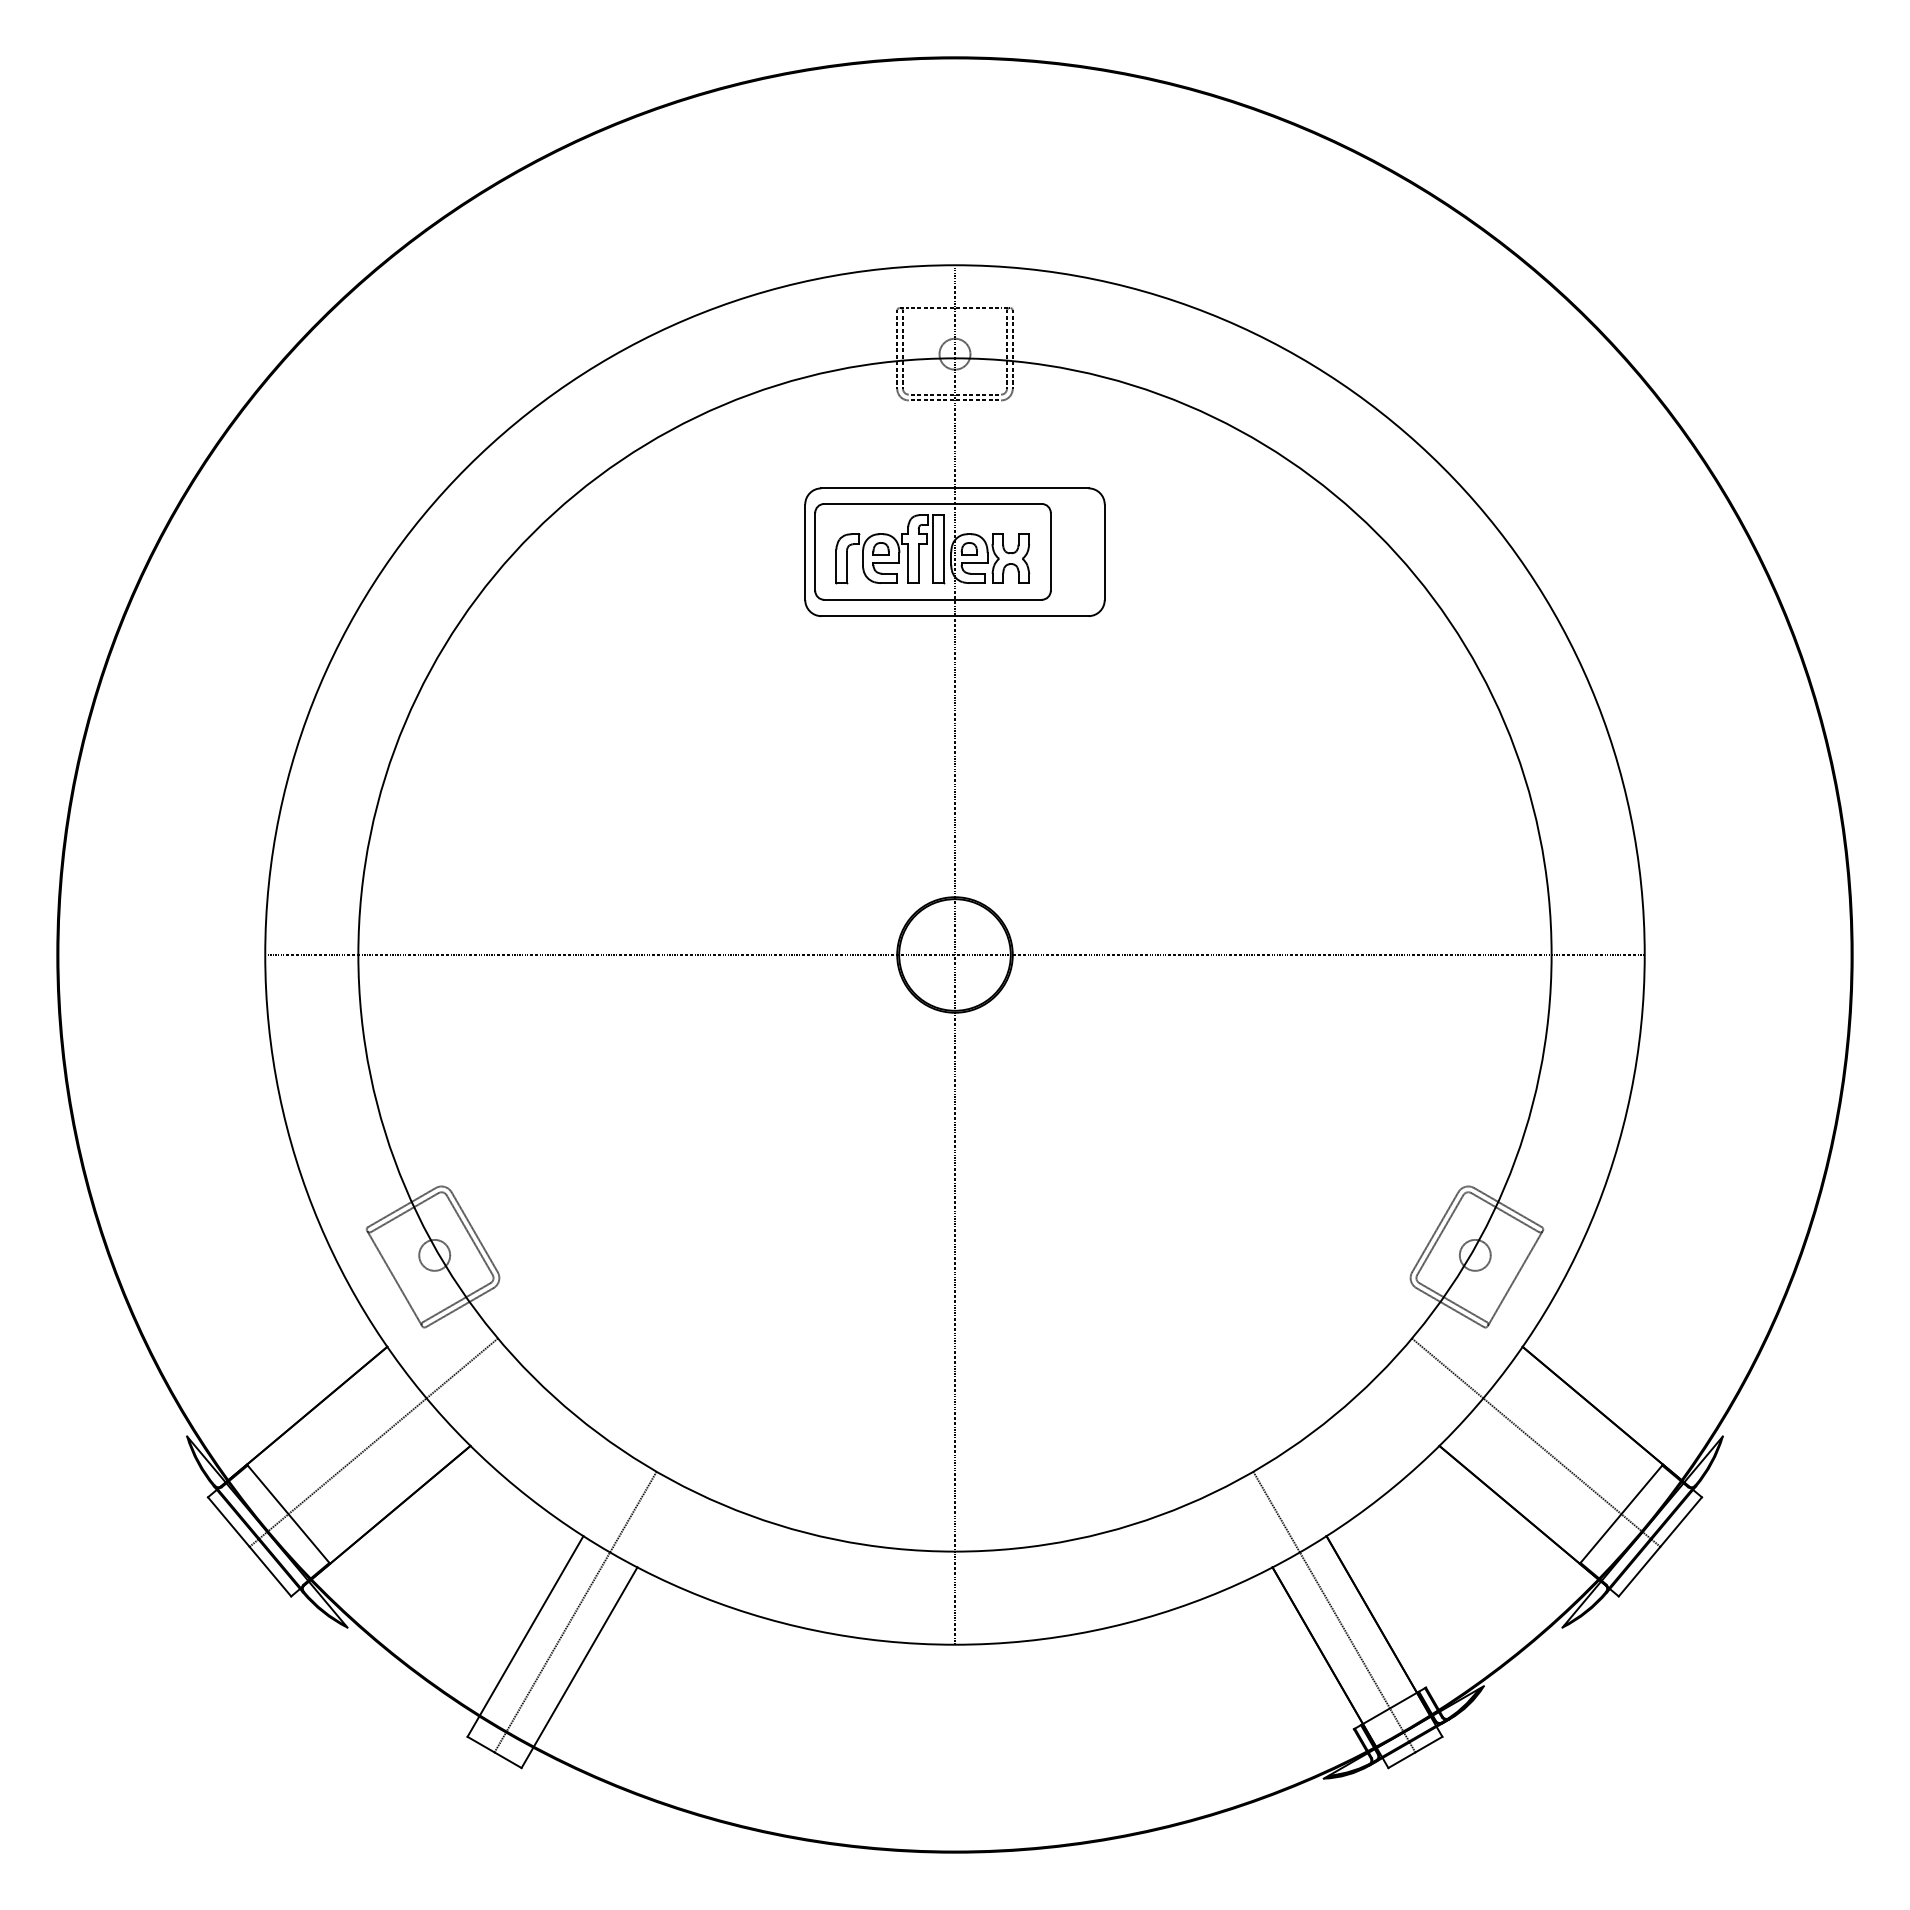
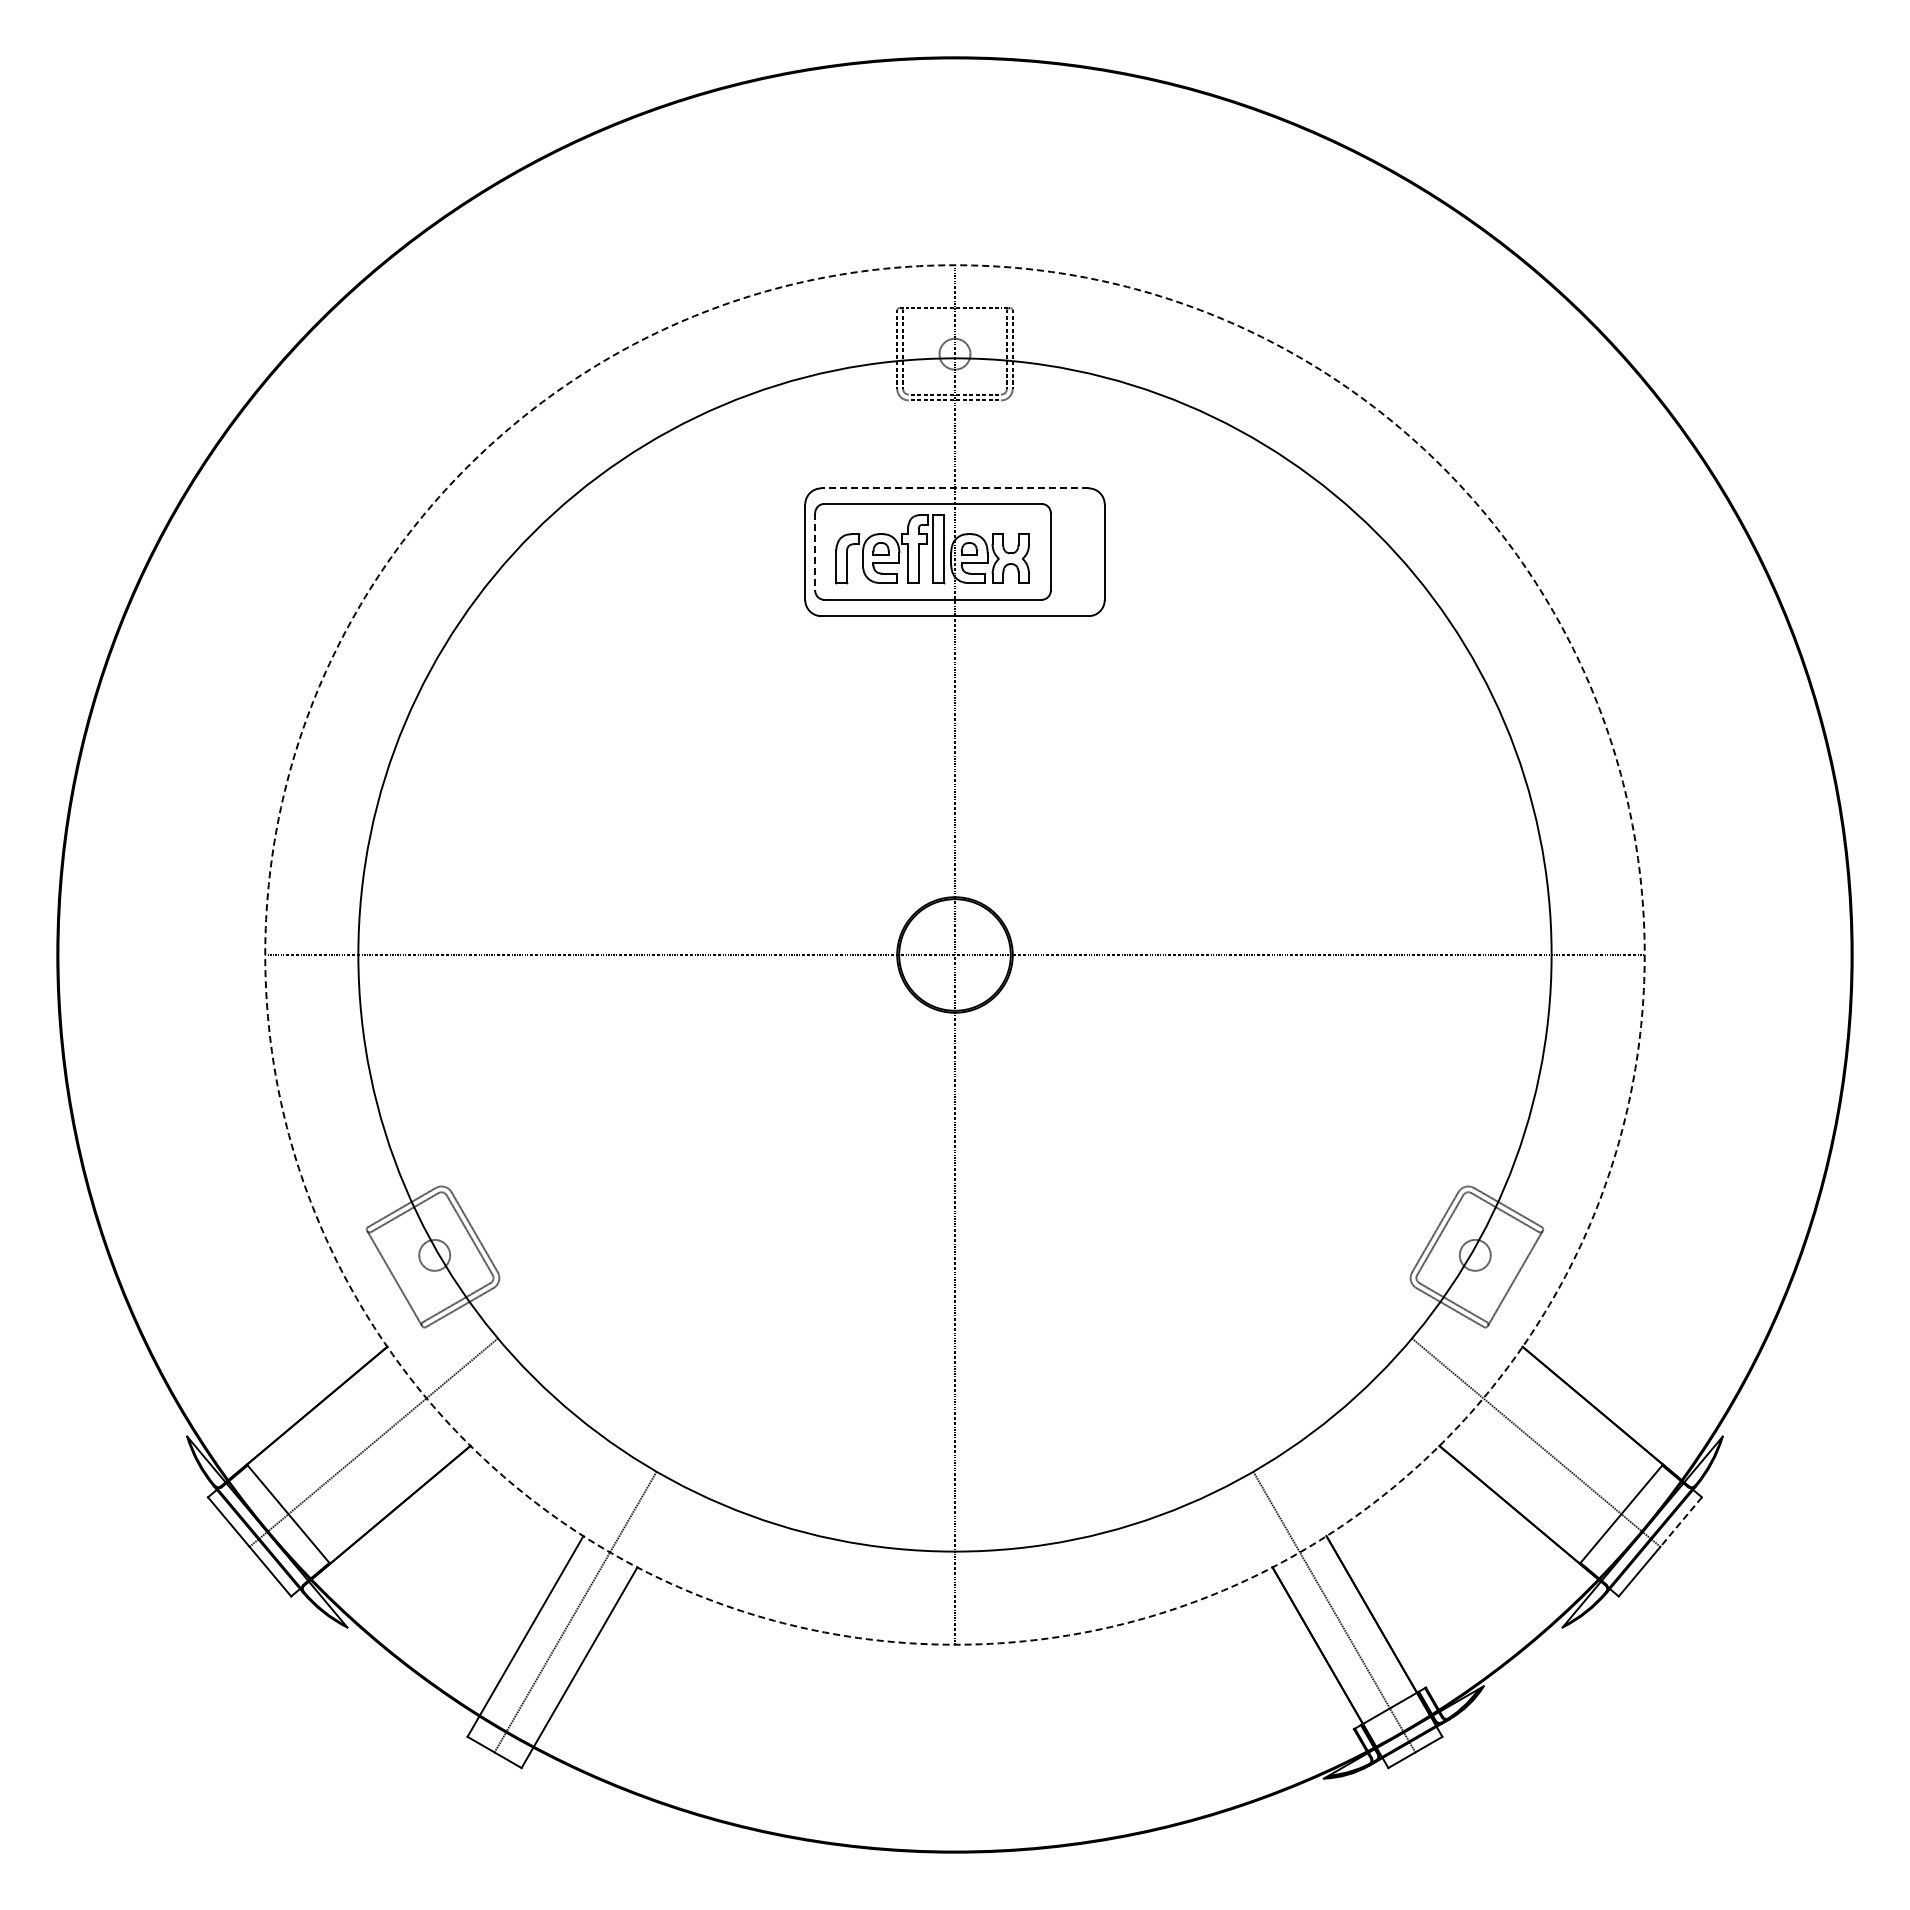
line at (955, 488): solid -> dashed
line at (815, 551): solid -> dashed
circle at (954, 954): solid -> dashed
line at (1680, 1522): solid -> dashed
